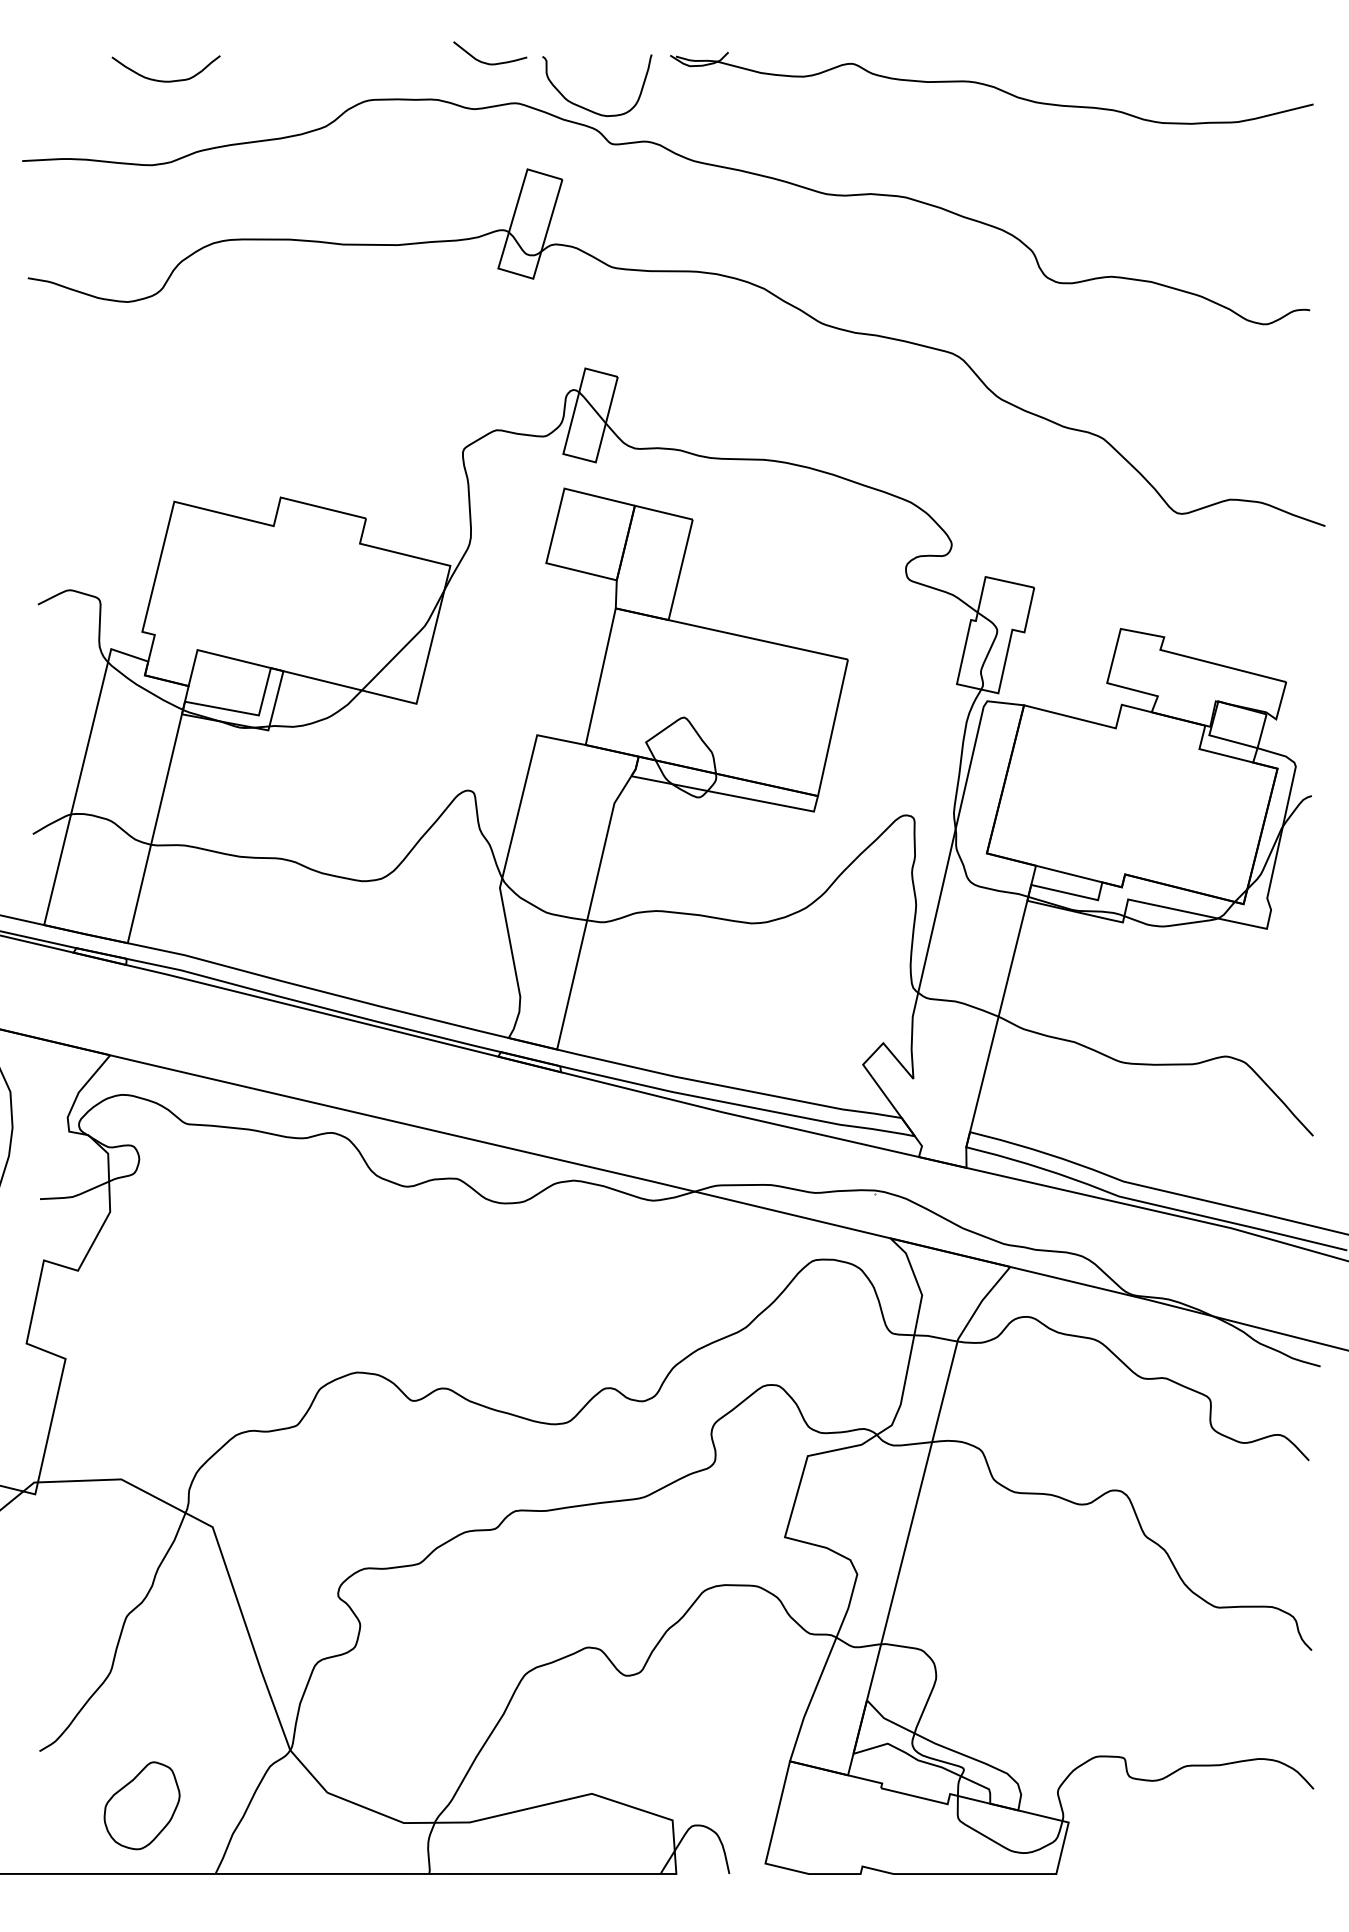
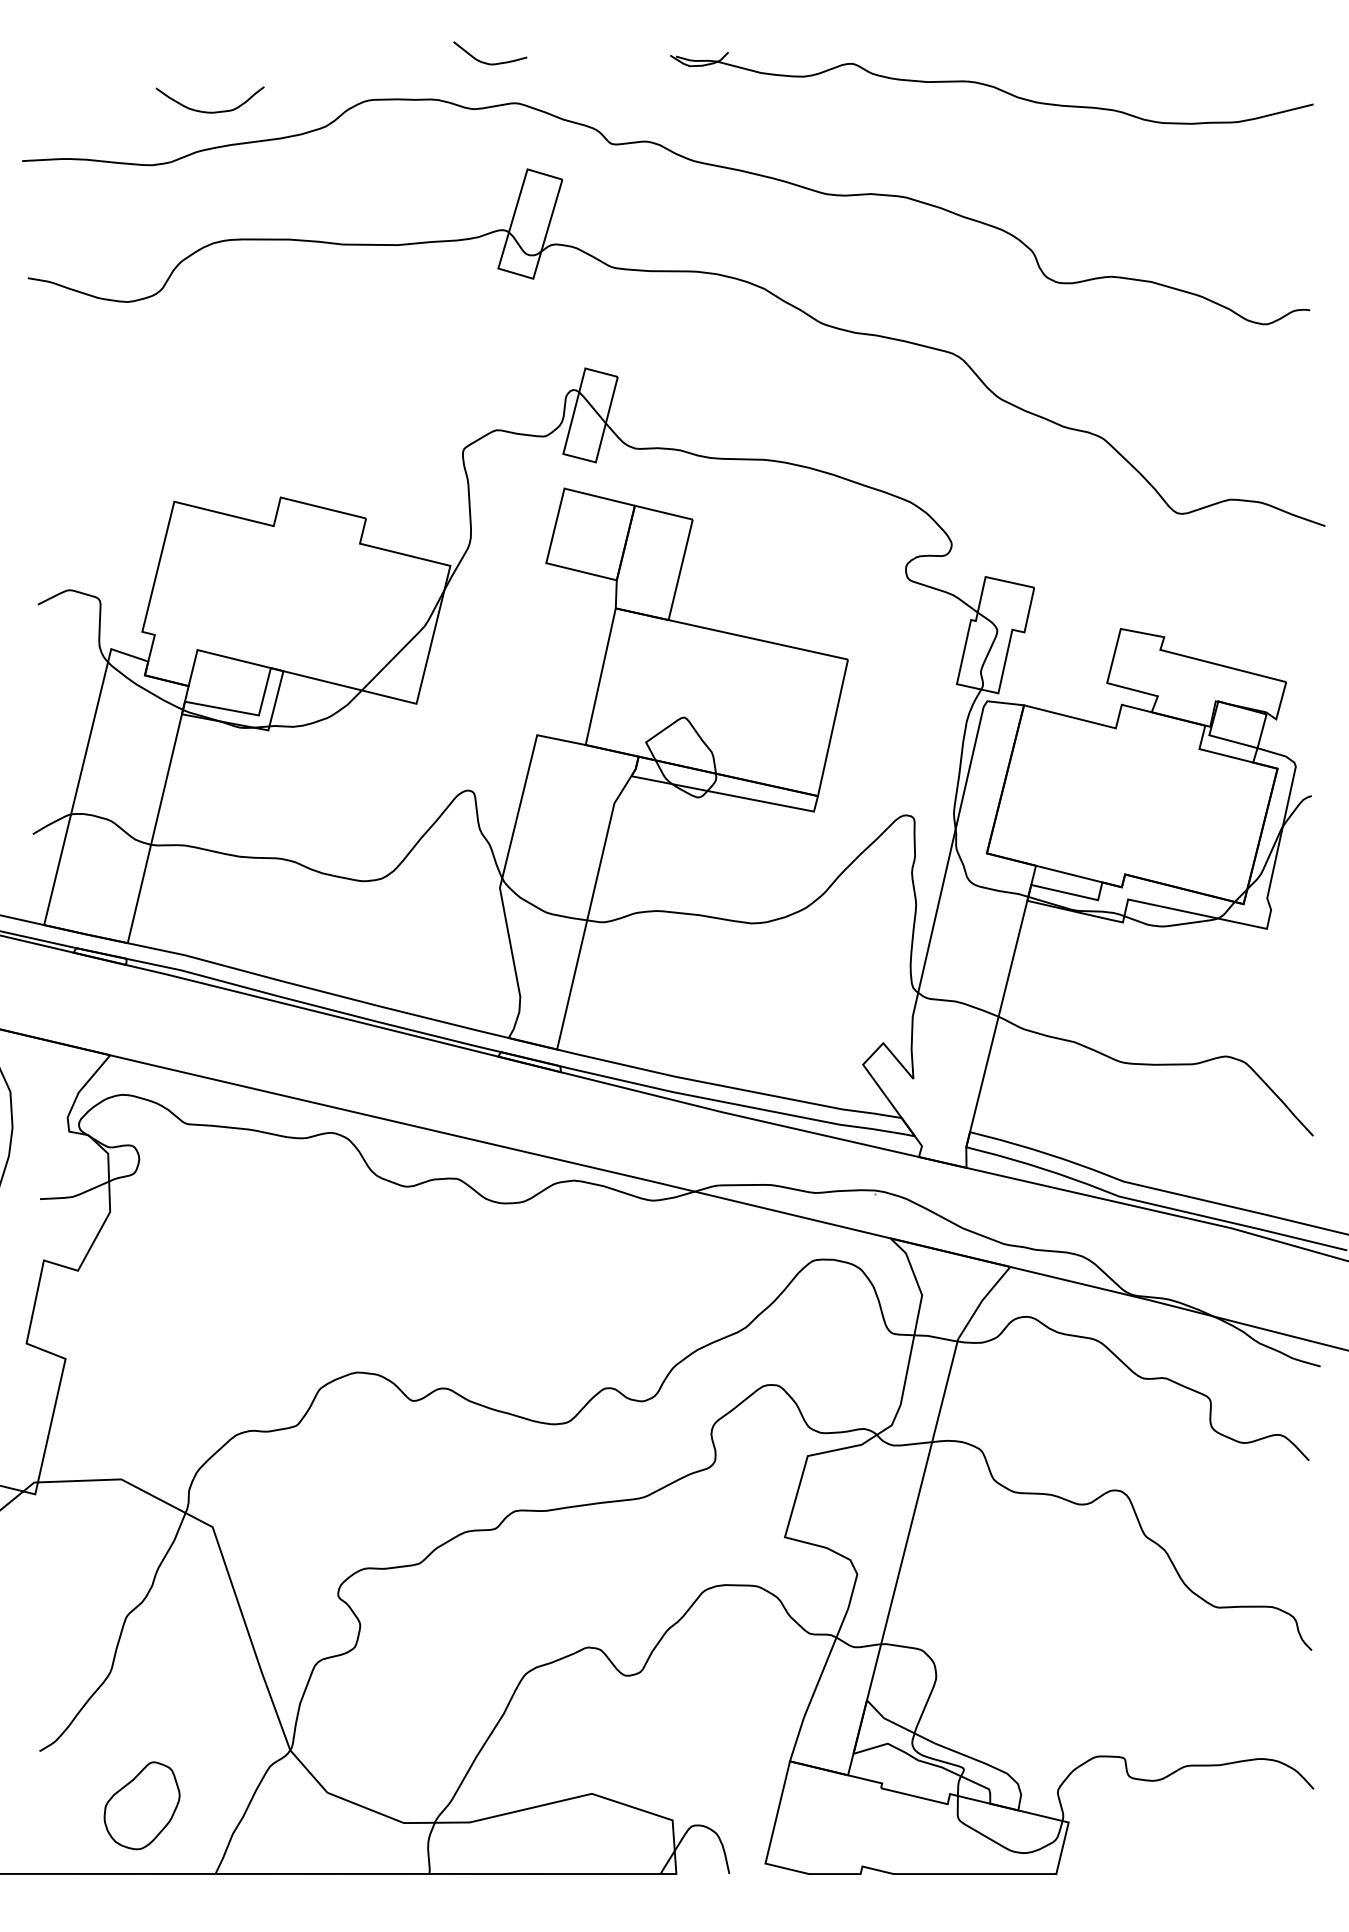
curve at (165, 80) position: (165, 80) -> (209, 111)
curve at (585, 107): present -> none
